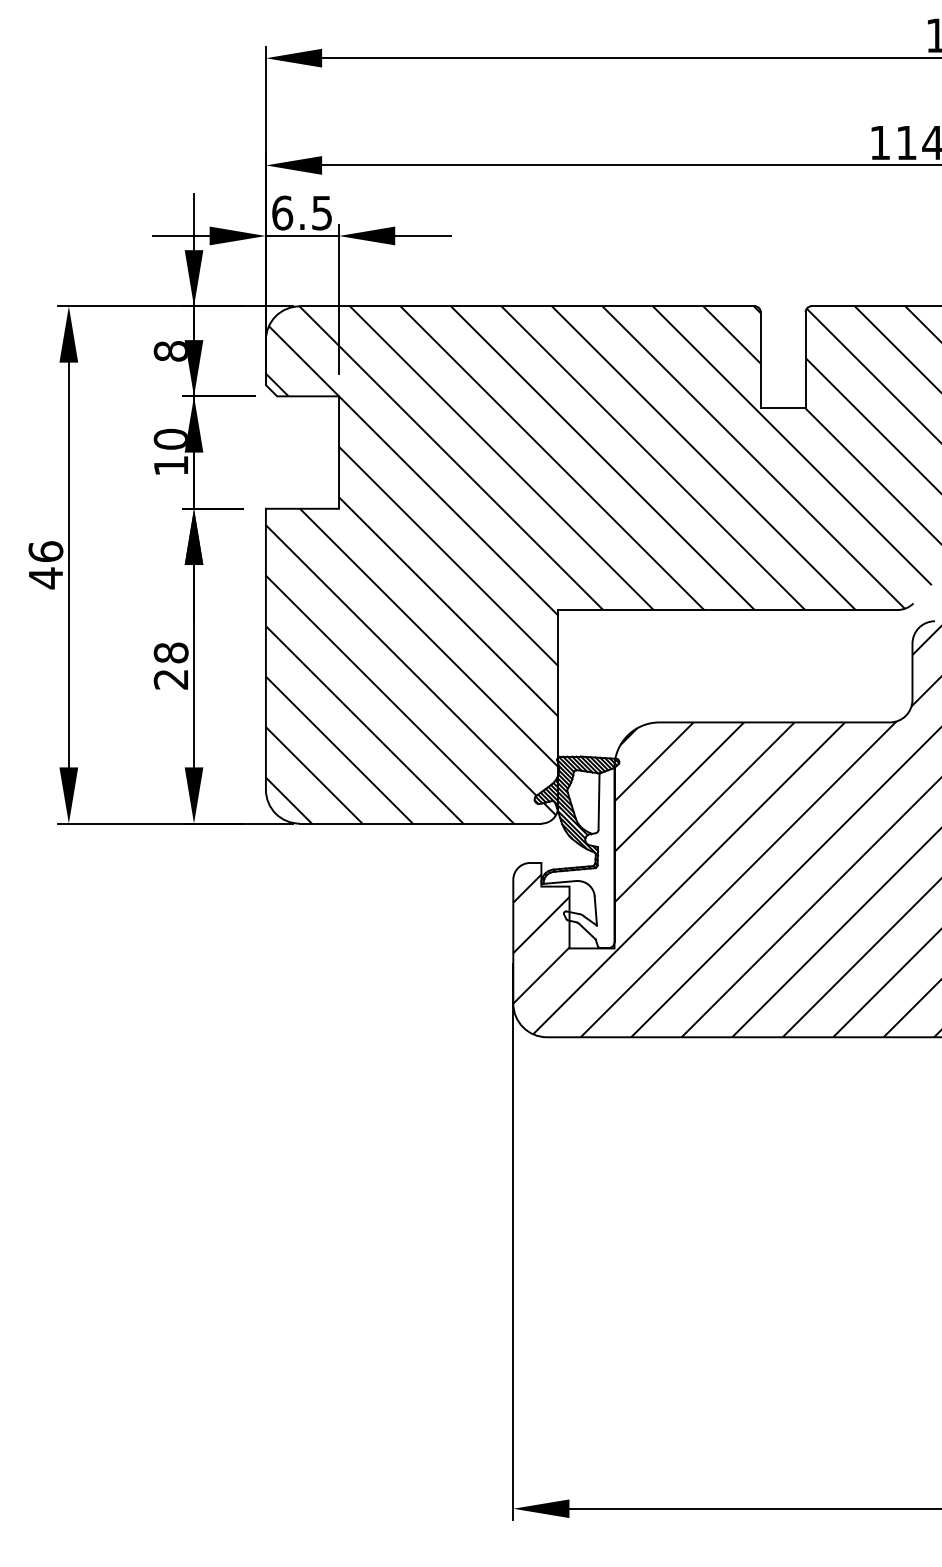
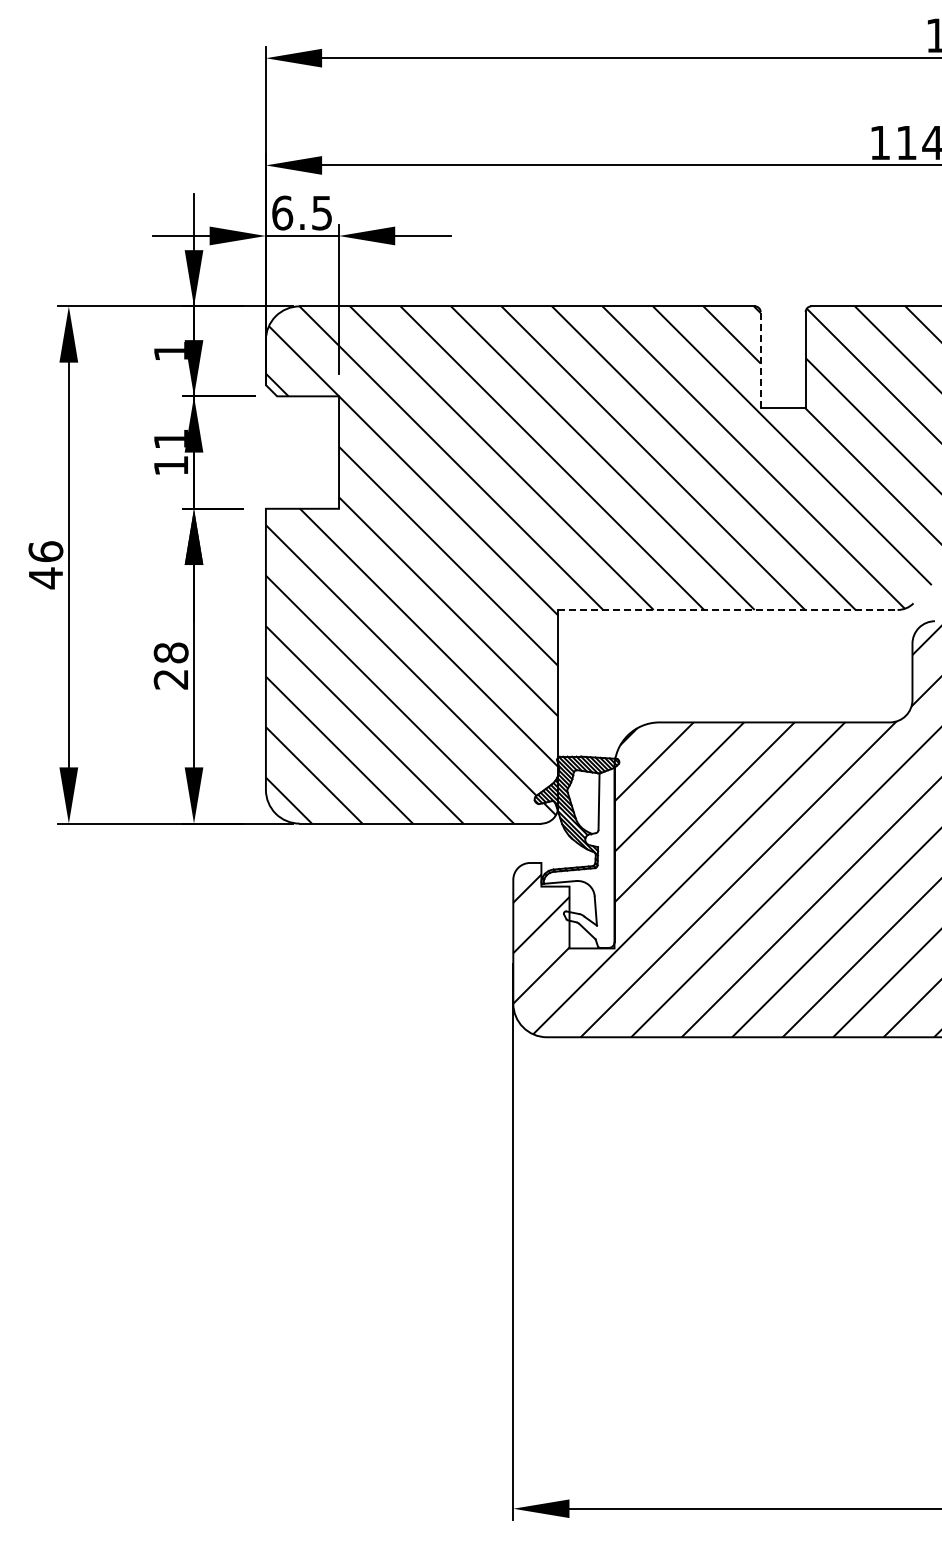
text at (170, 351): 8 -> 1
line at (760, 359): solid -> dashed
text at (170, 438): 10 -> 11
line at (727, 609): solid -> dashed
